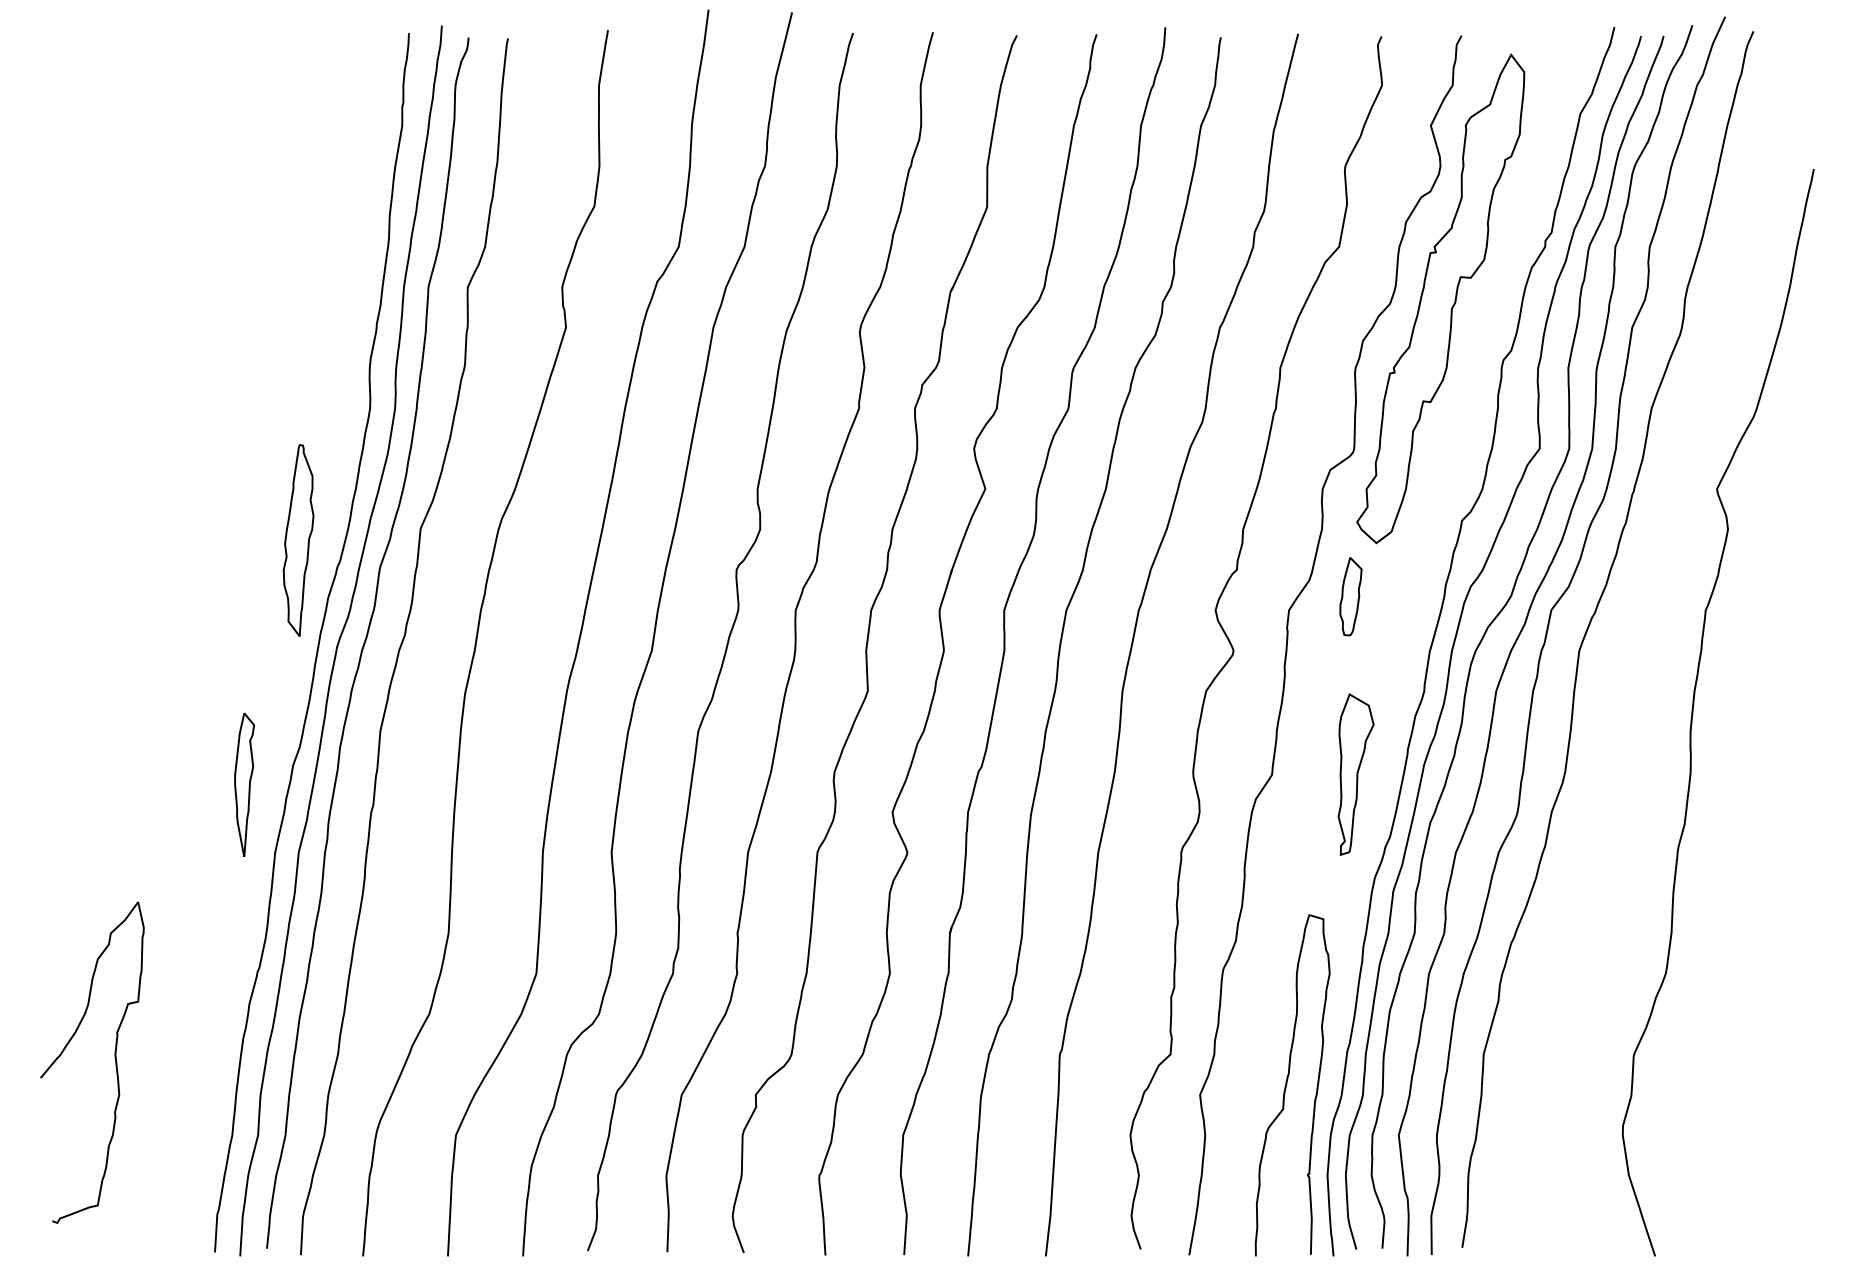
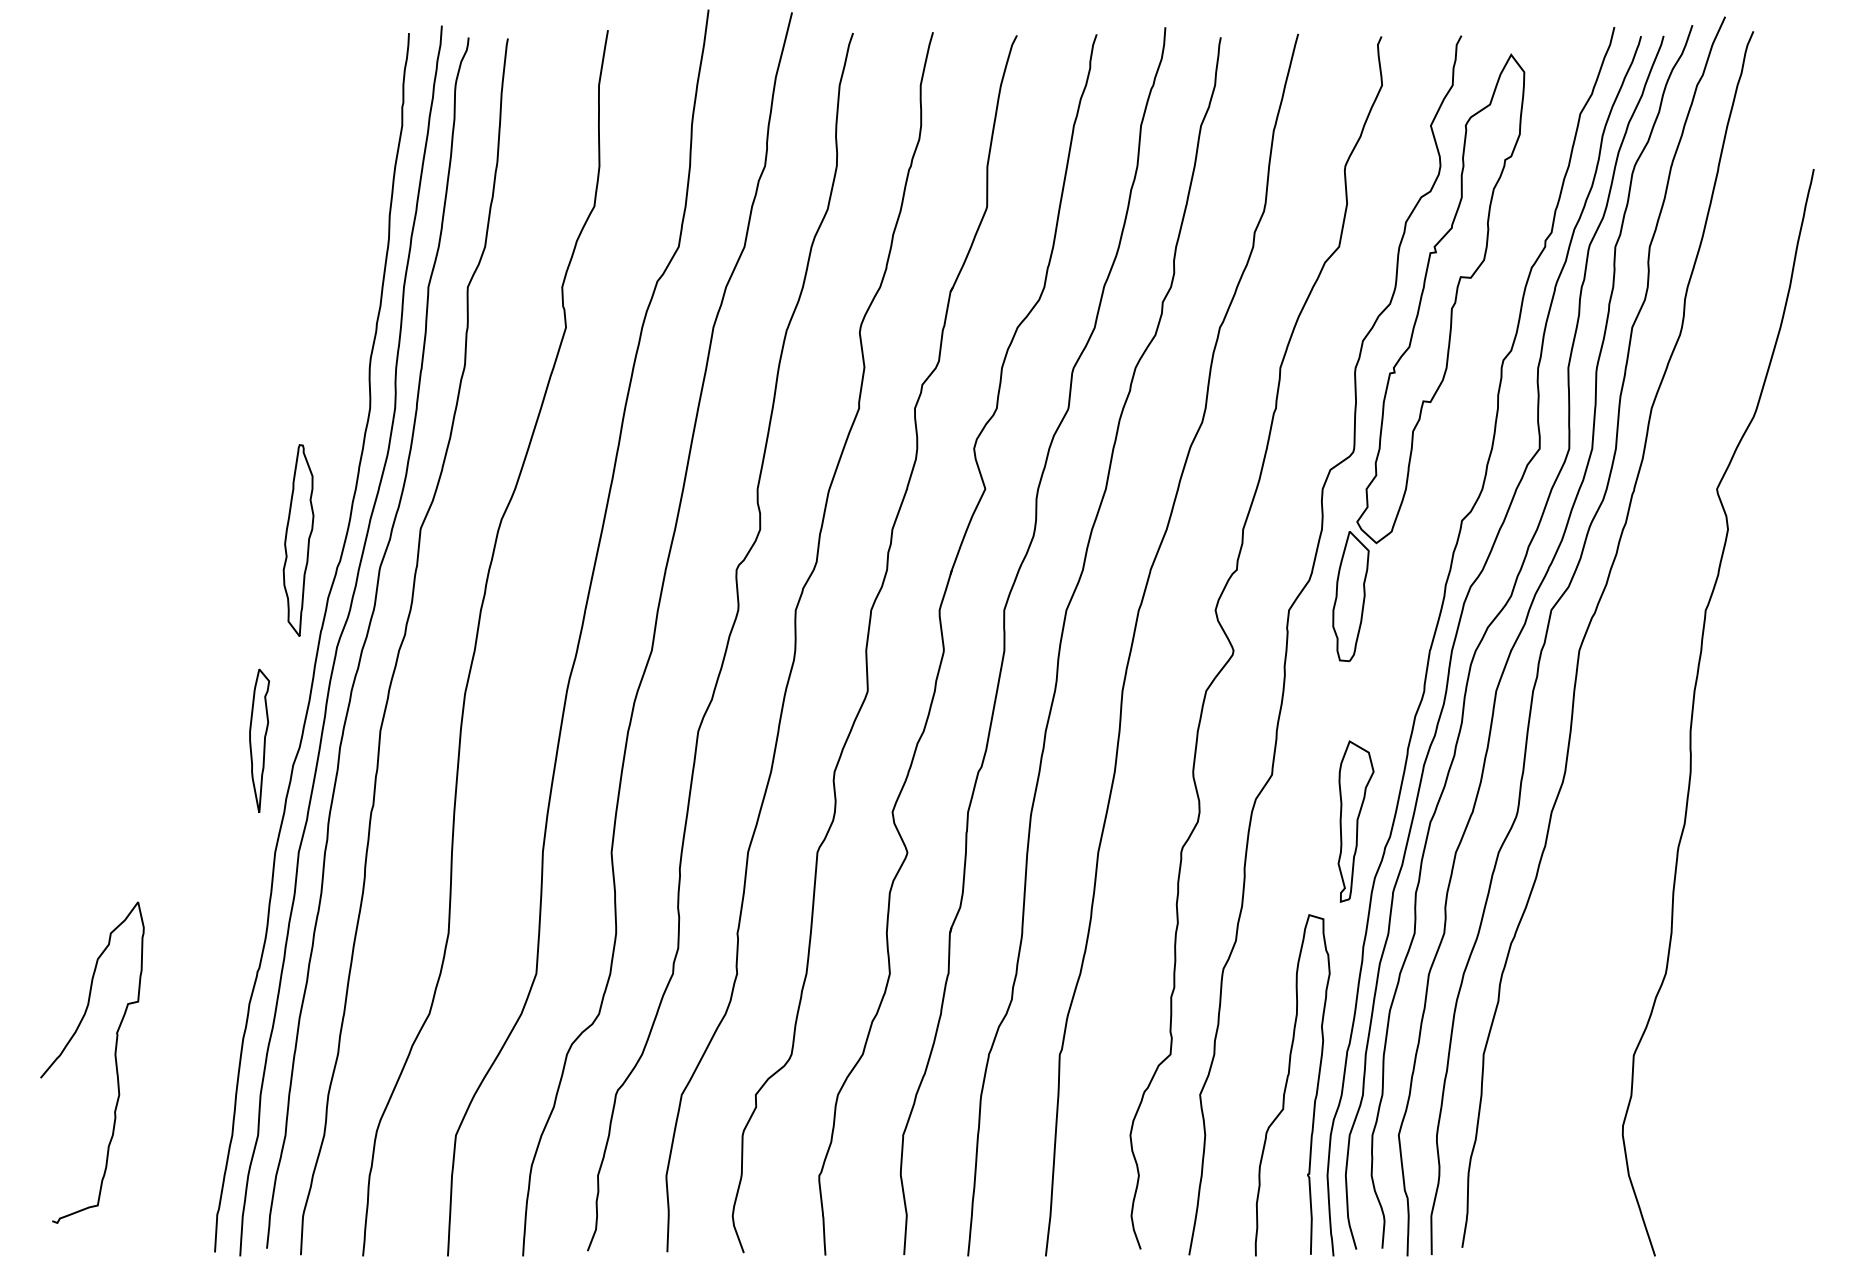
part at (1350, 596) size: 24x80 px -> 38x132 px
part at (1355, 774) position: (1355, 774) -> (1355, 821)
part at (244, 784) position: (244, 784) -> (259, 740)
